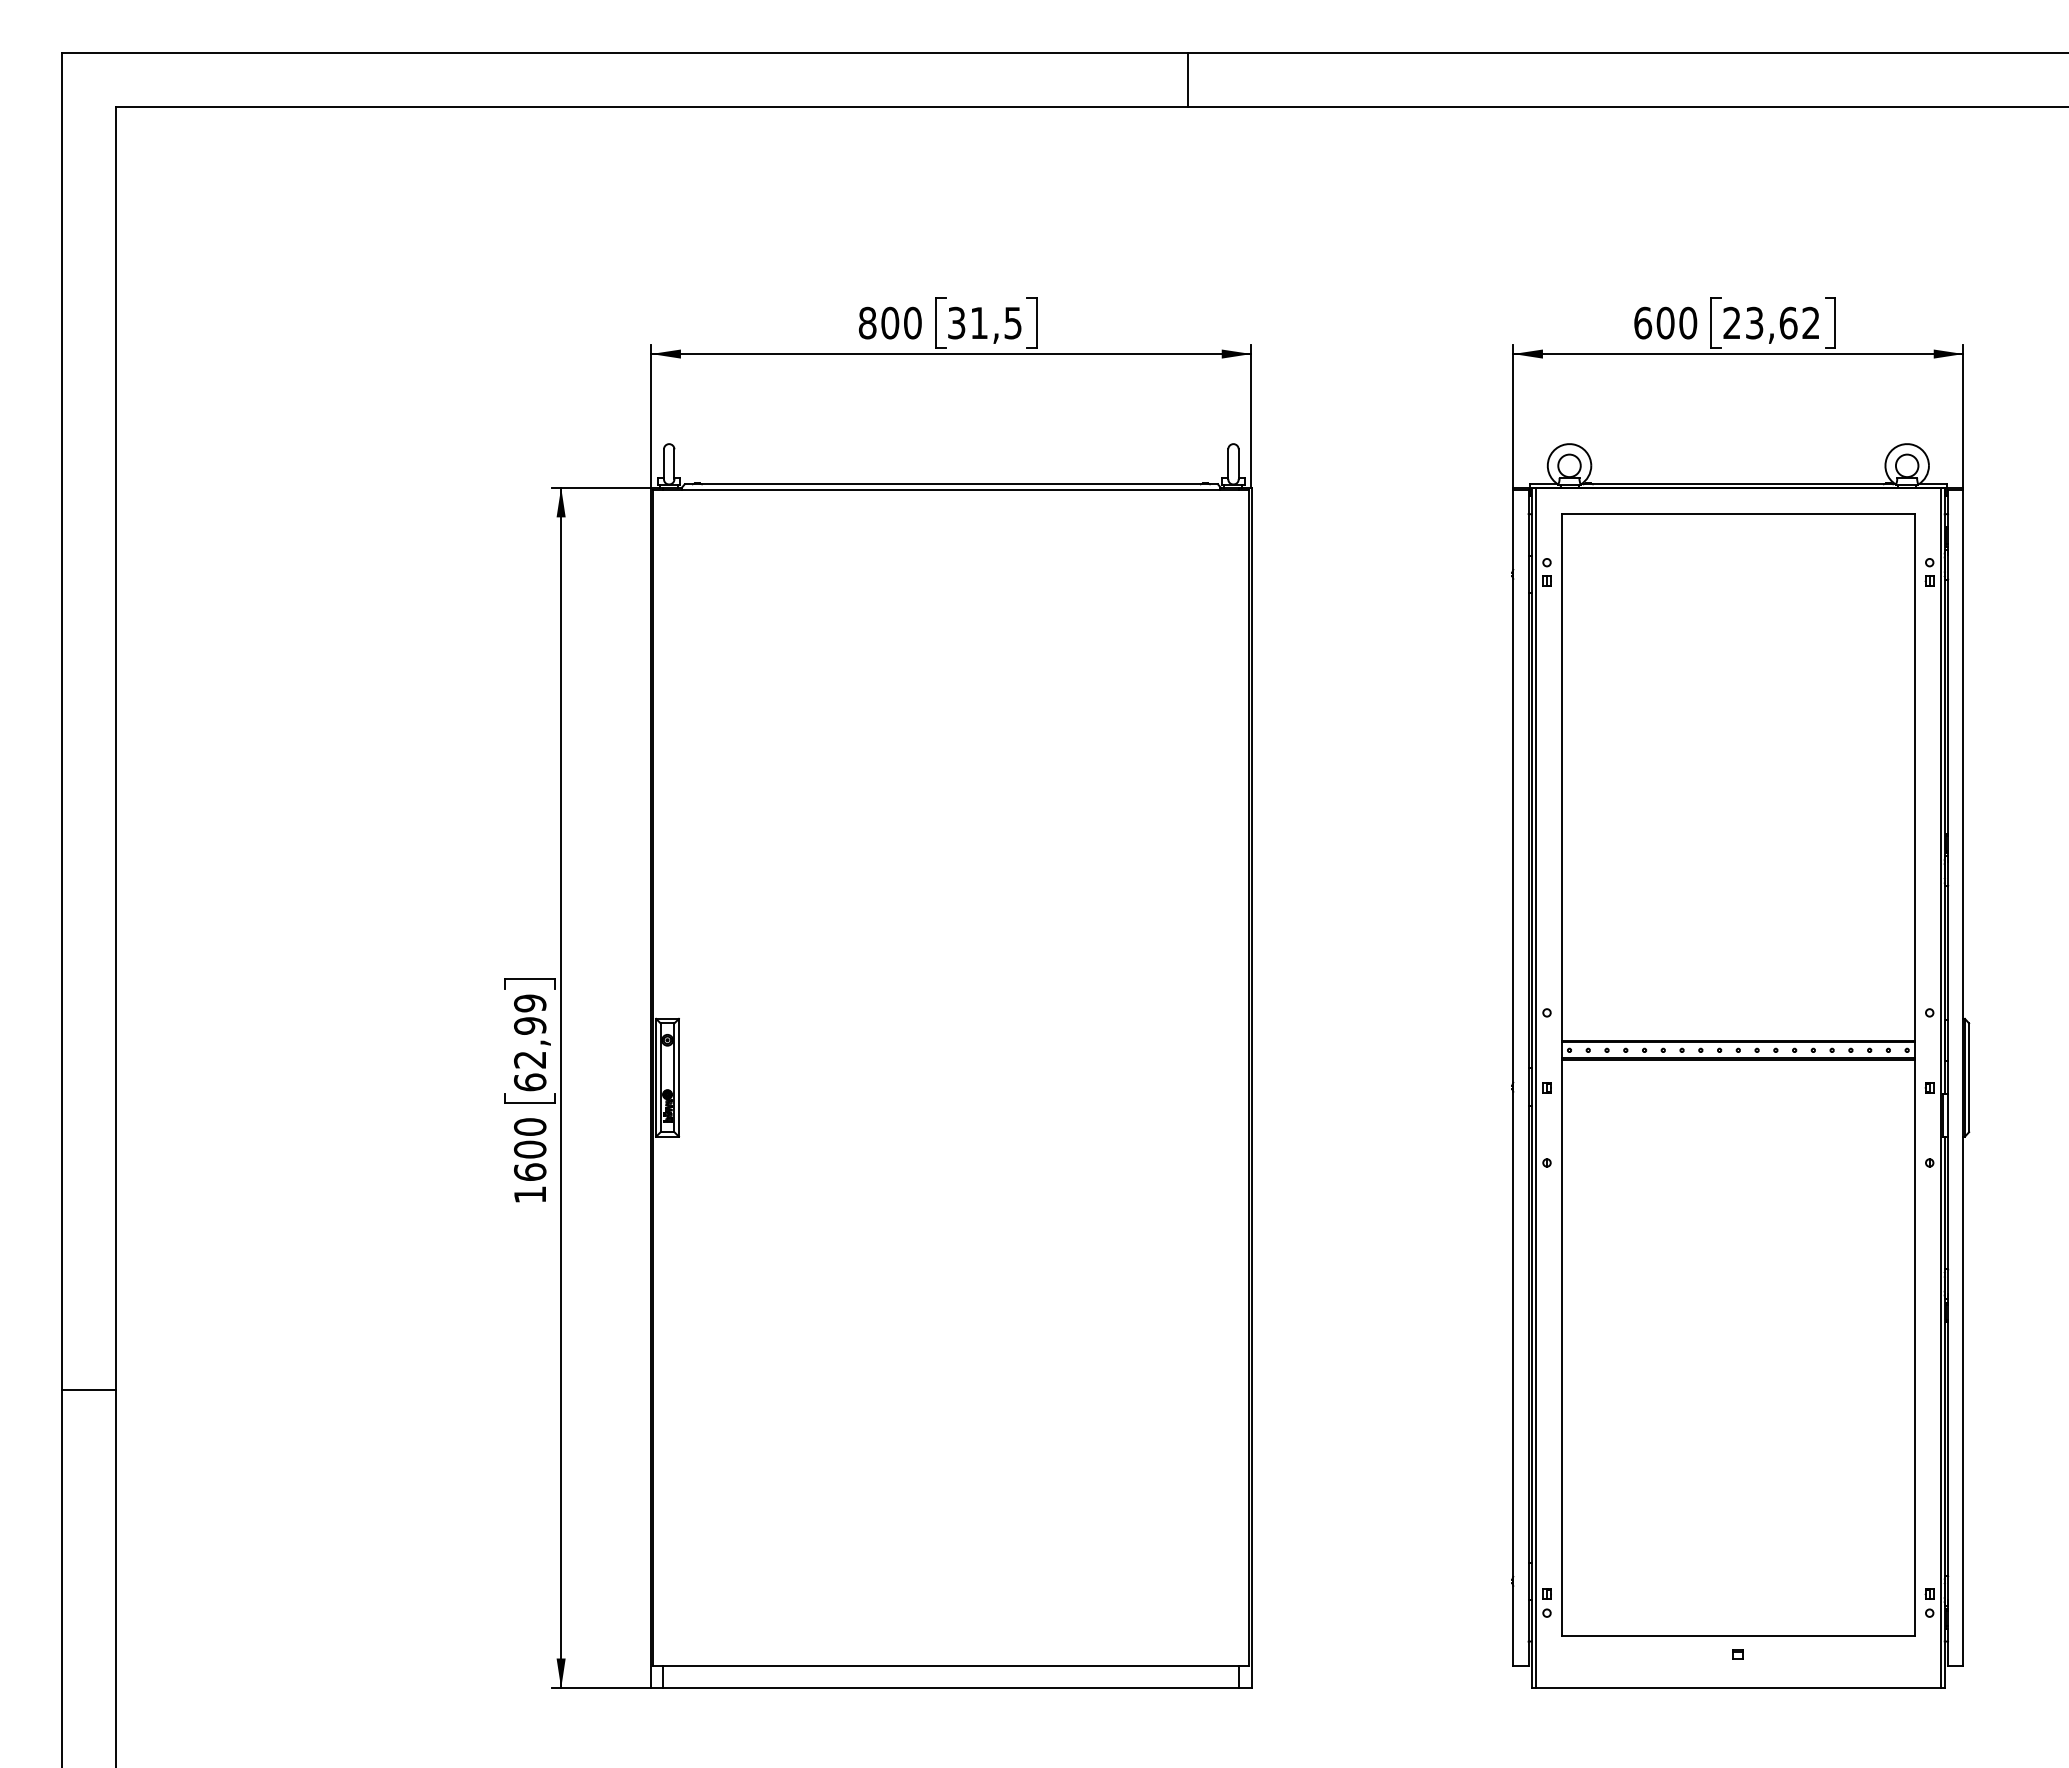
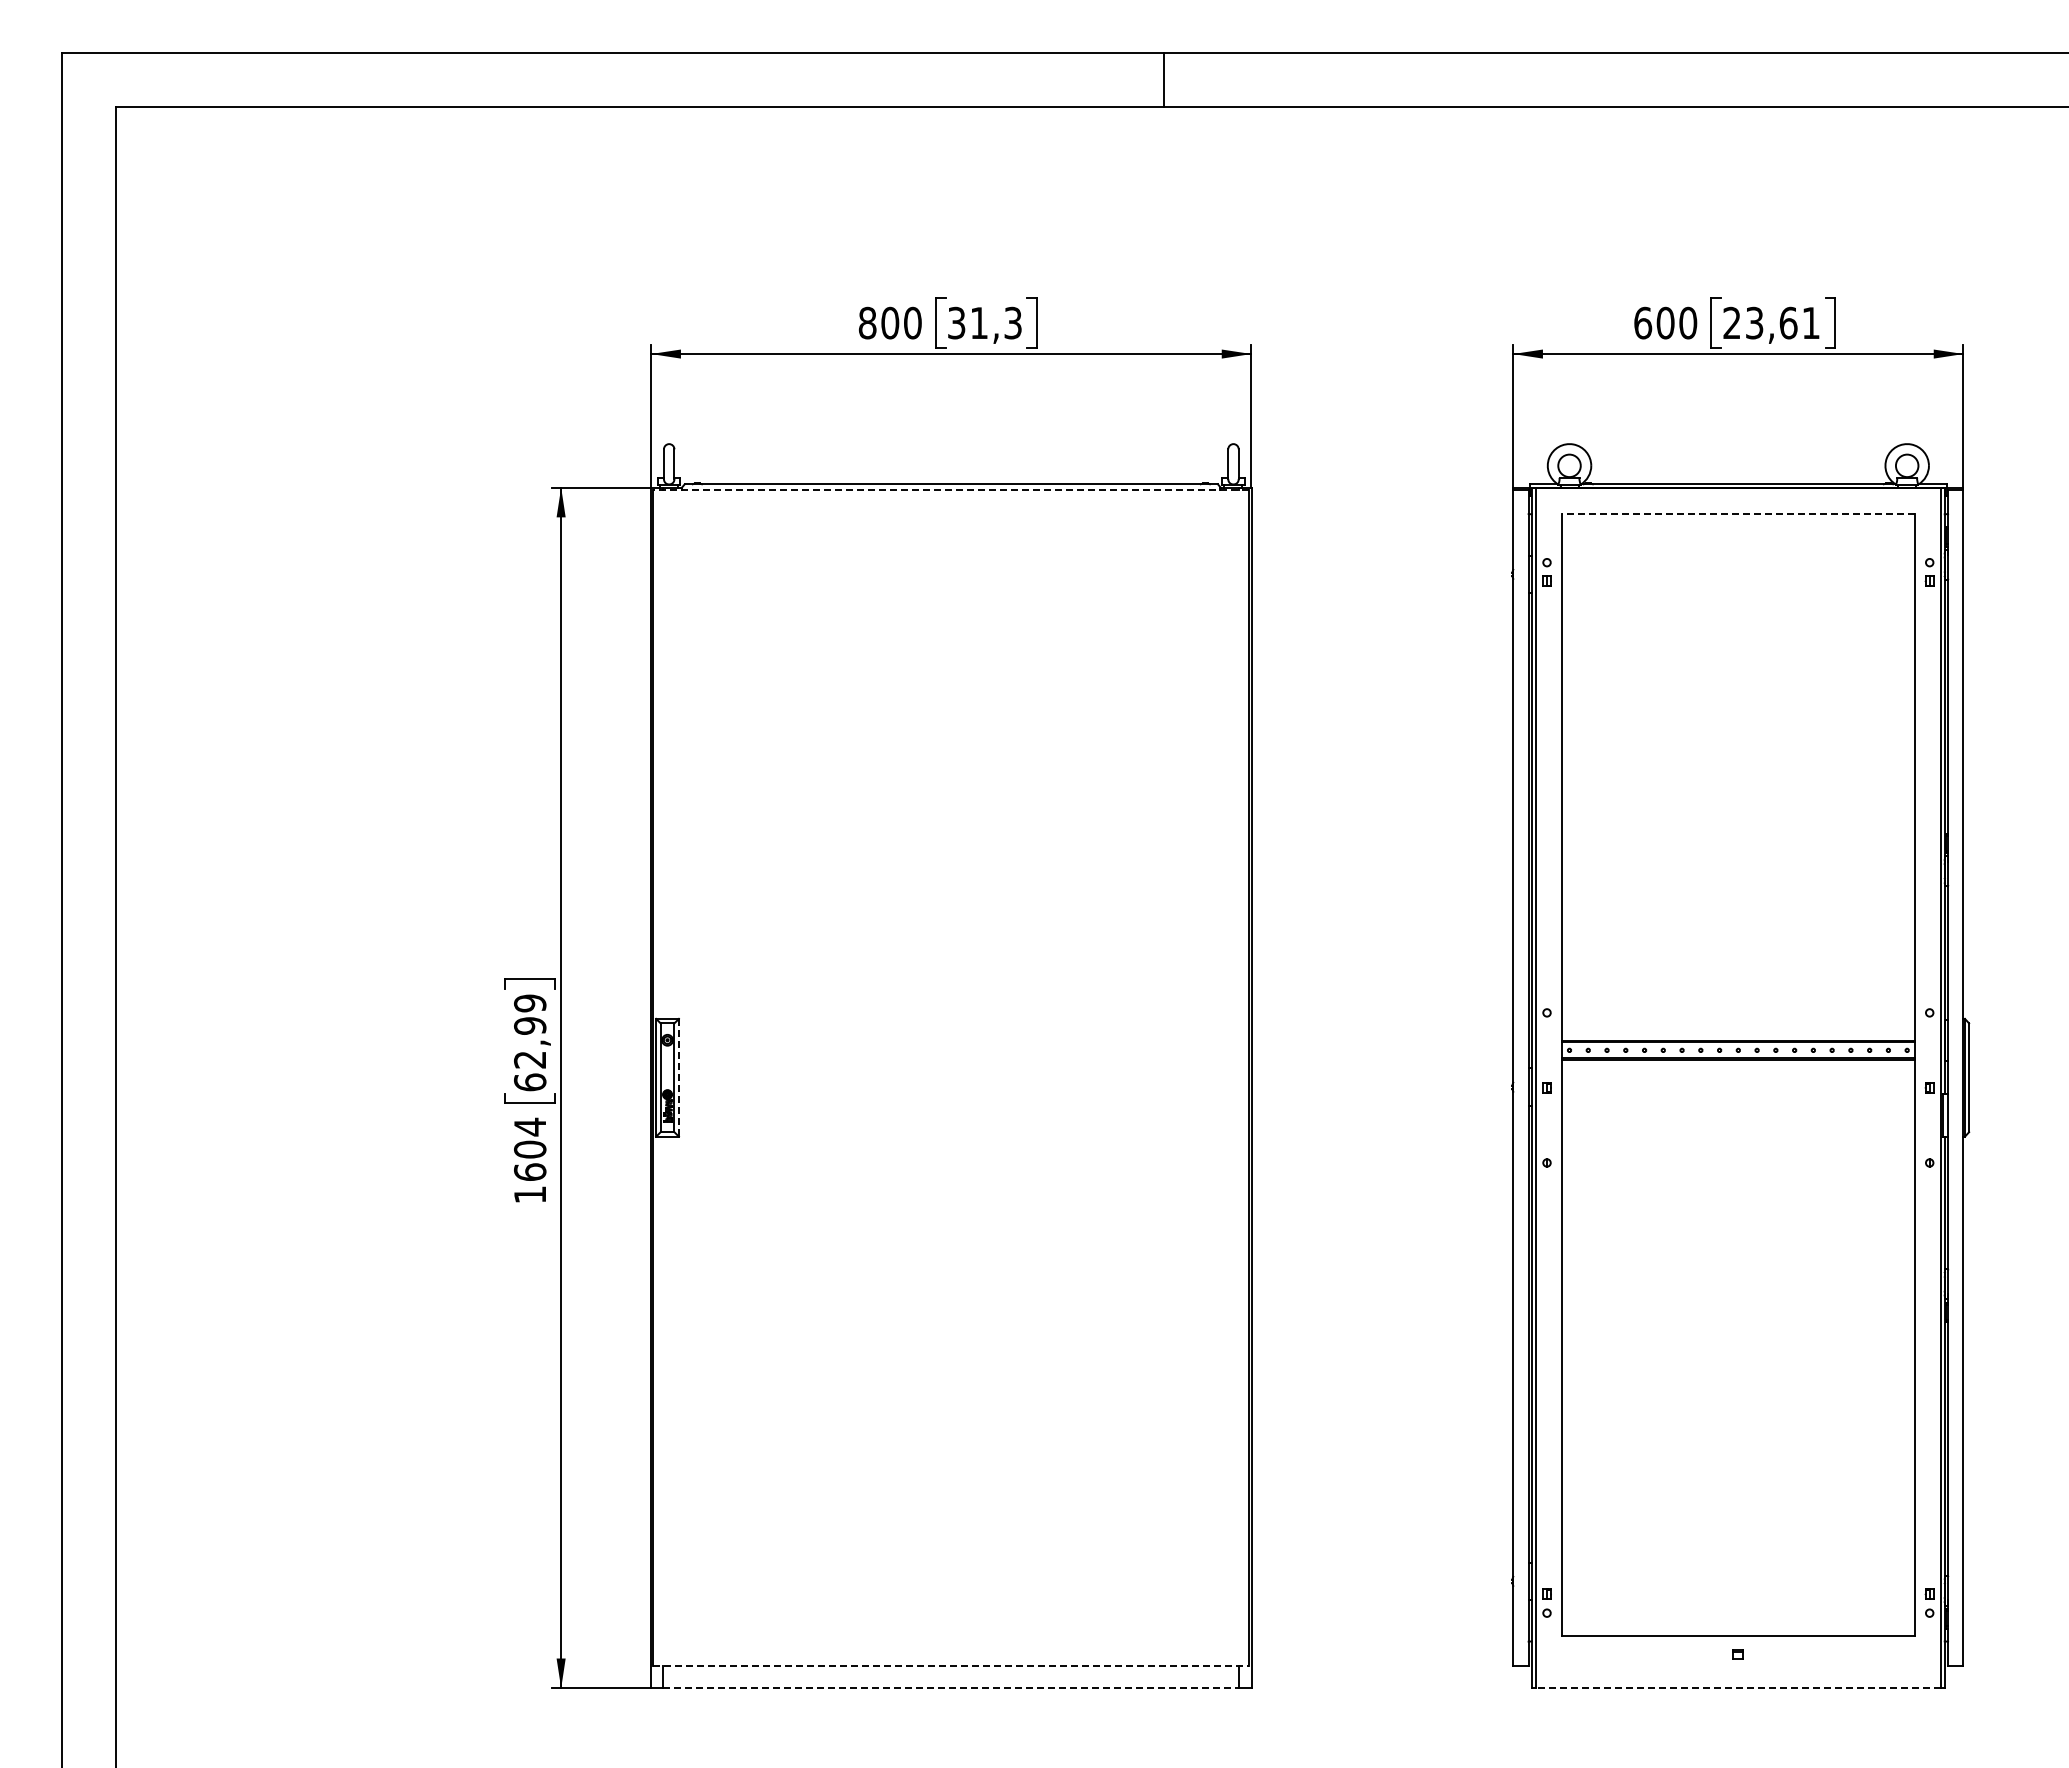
line at (1187, 80) position: (1187, 80) -> (1163, 80)
text at (1013, 322): 31,5 -> 31,3
text at (1810, 322): 23,62 -> 23,61
line at (951, 489): solid -> dashed
line at (1737, 513): solid -> dashed
line at (678, 1077): solid -> dashed
text at (530, 1126): 1600 -> 1604
line at (89, 1390): present -> none
line at (951, 1665): solid -> dashed
line at (951, 1688): solid -> dashed
line at (1737, 1688): solid -> dashed
